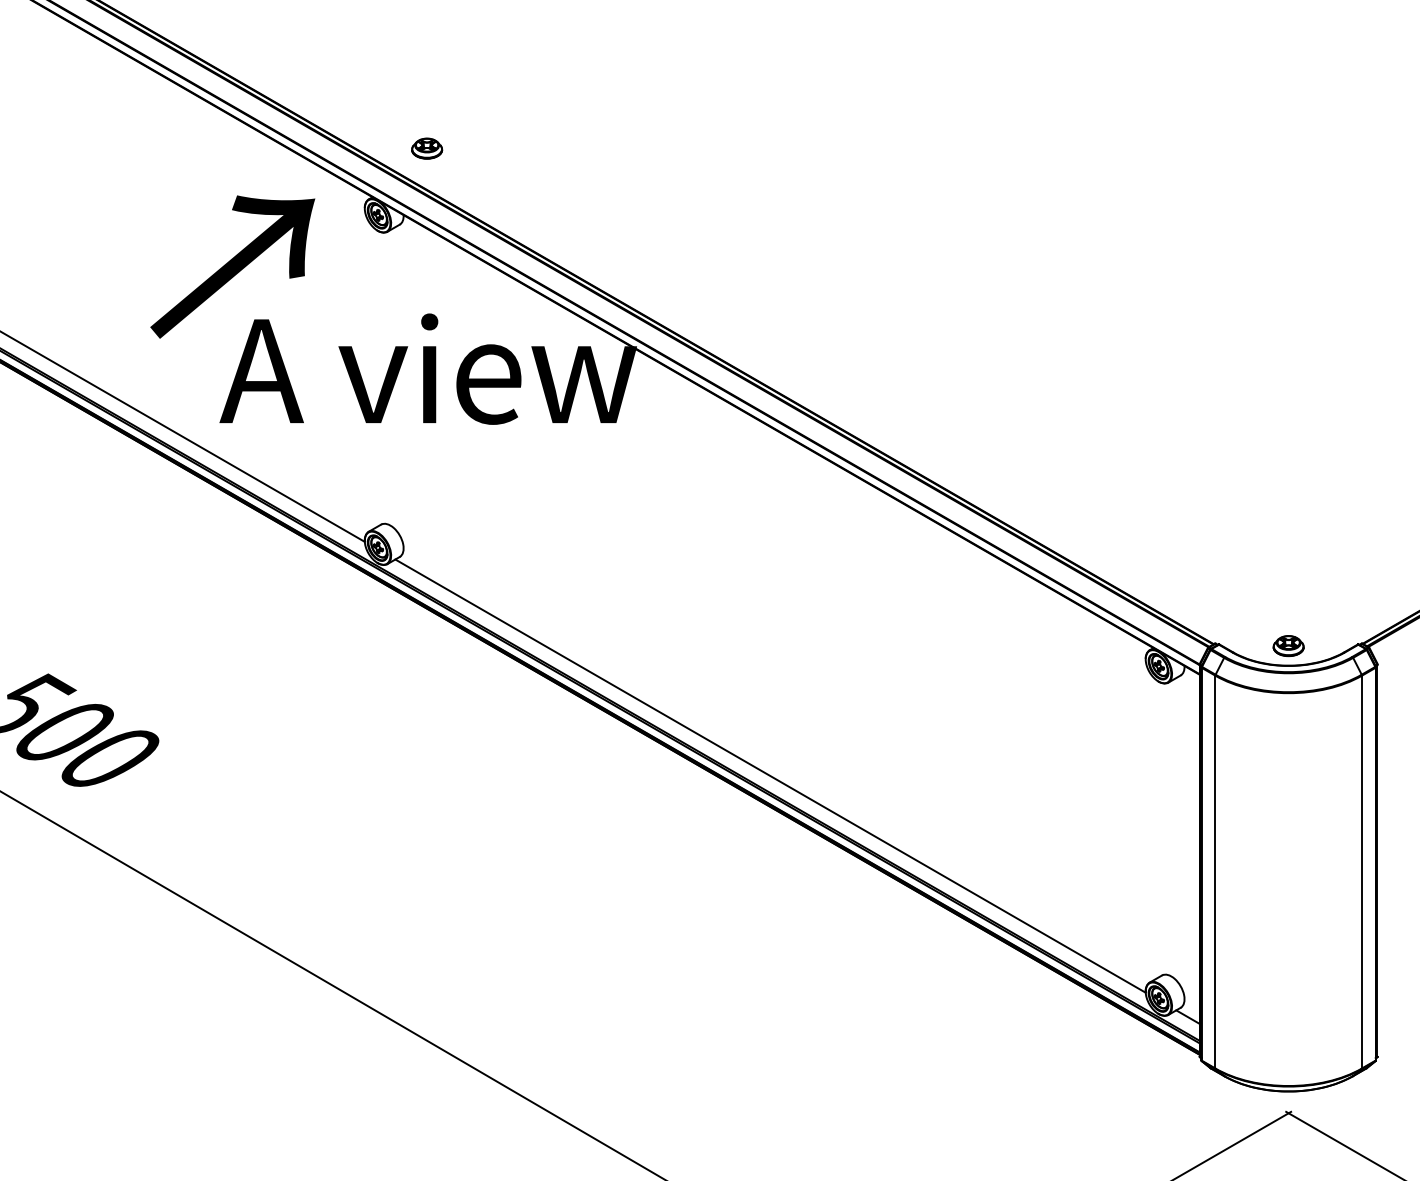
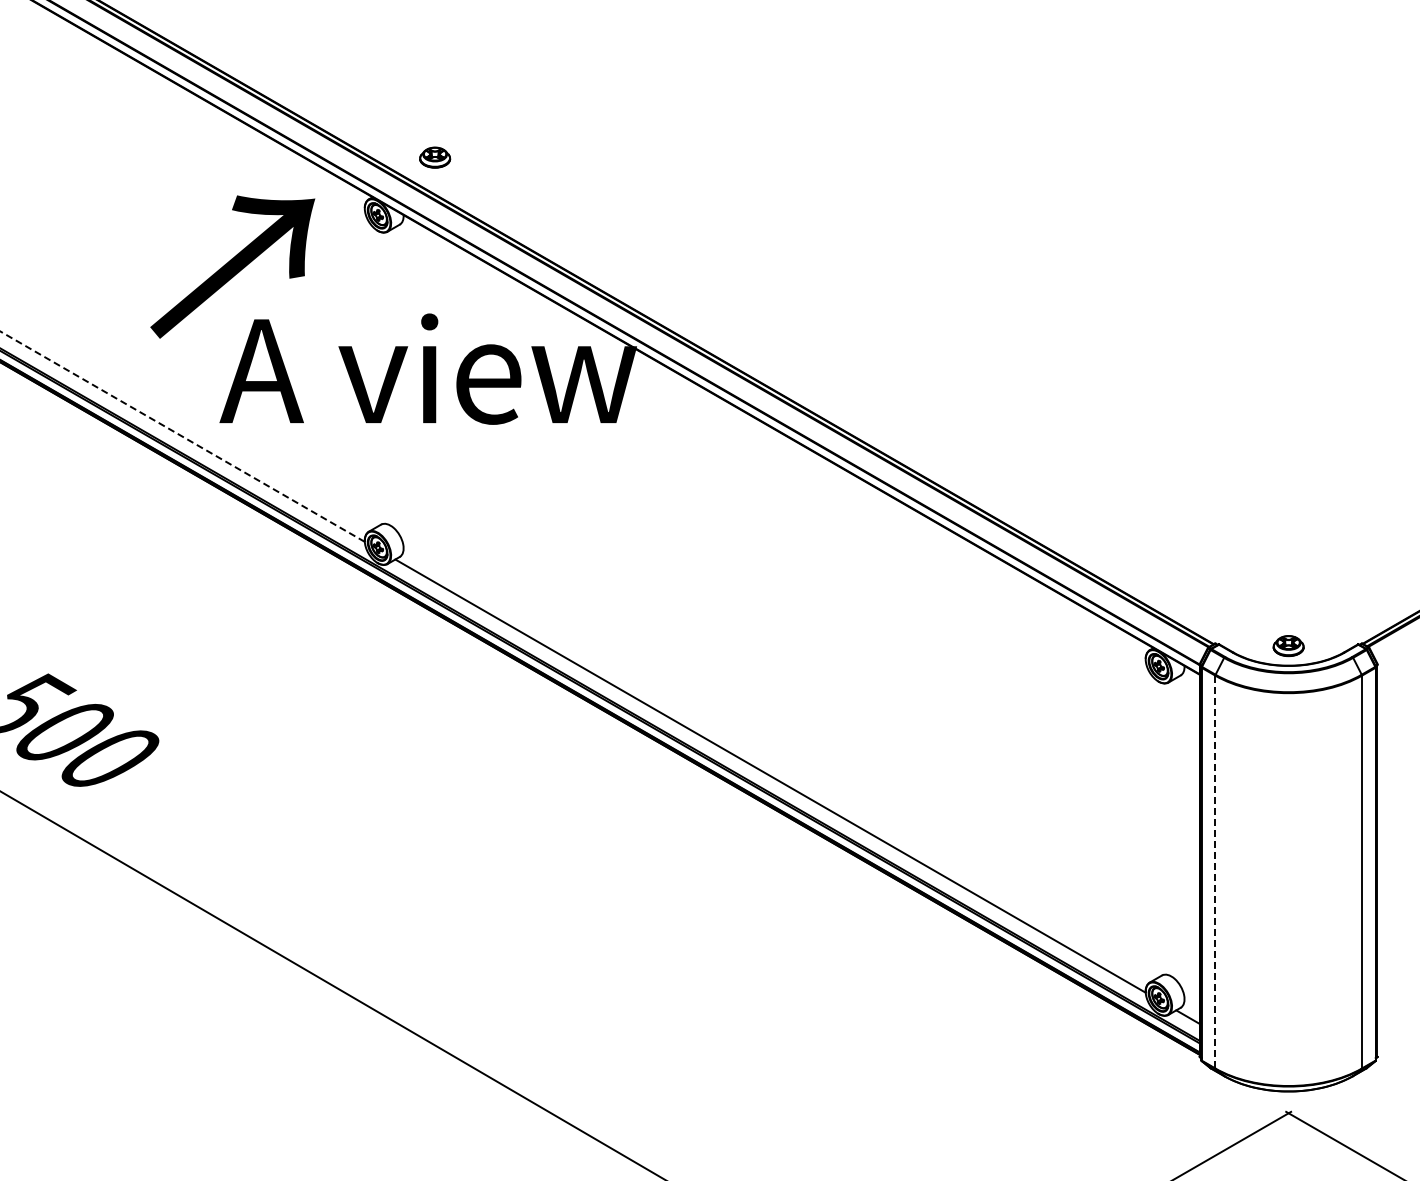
part at (427, 148) position: (427, 148) -> (435, 157)
line at (182, 436): solid -> dashed
line at (1215, 872): solid -> dashed
